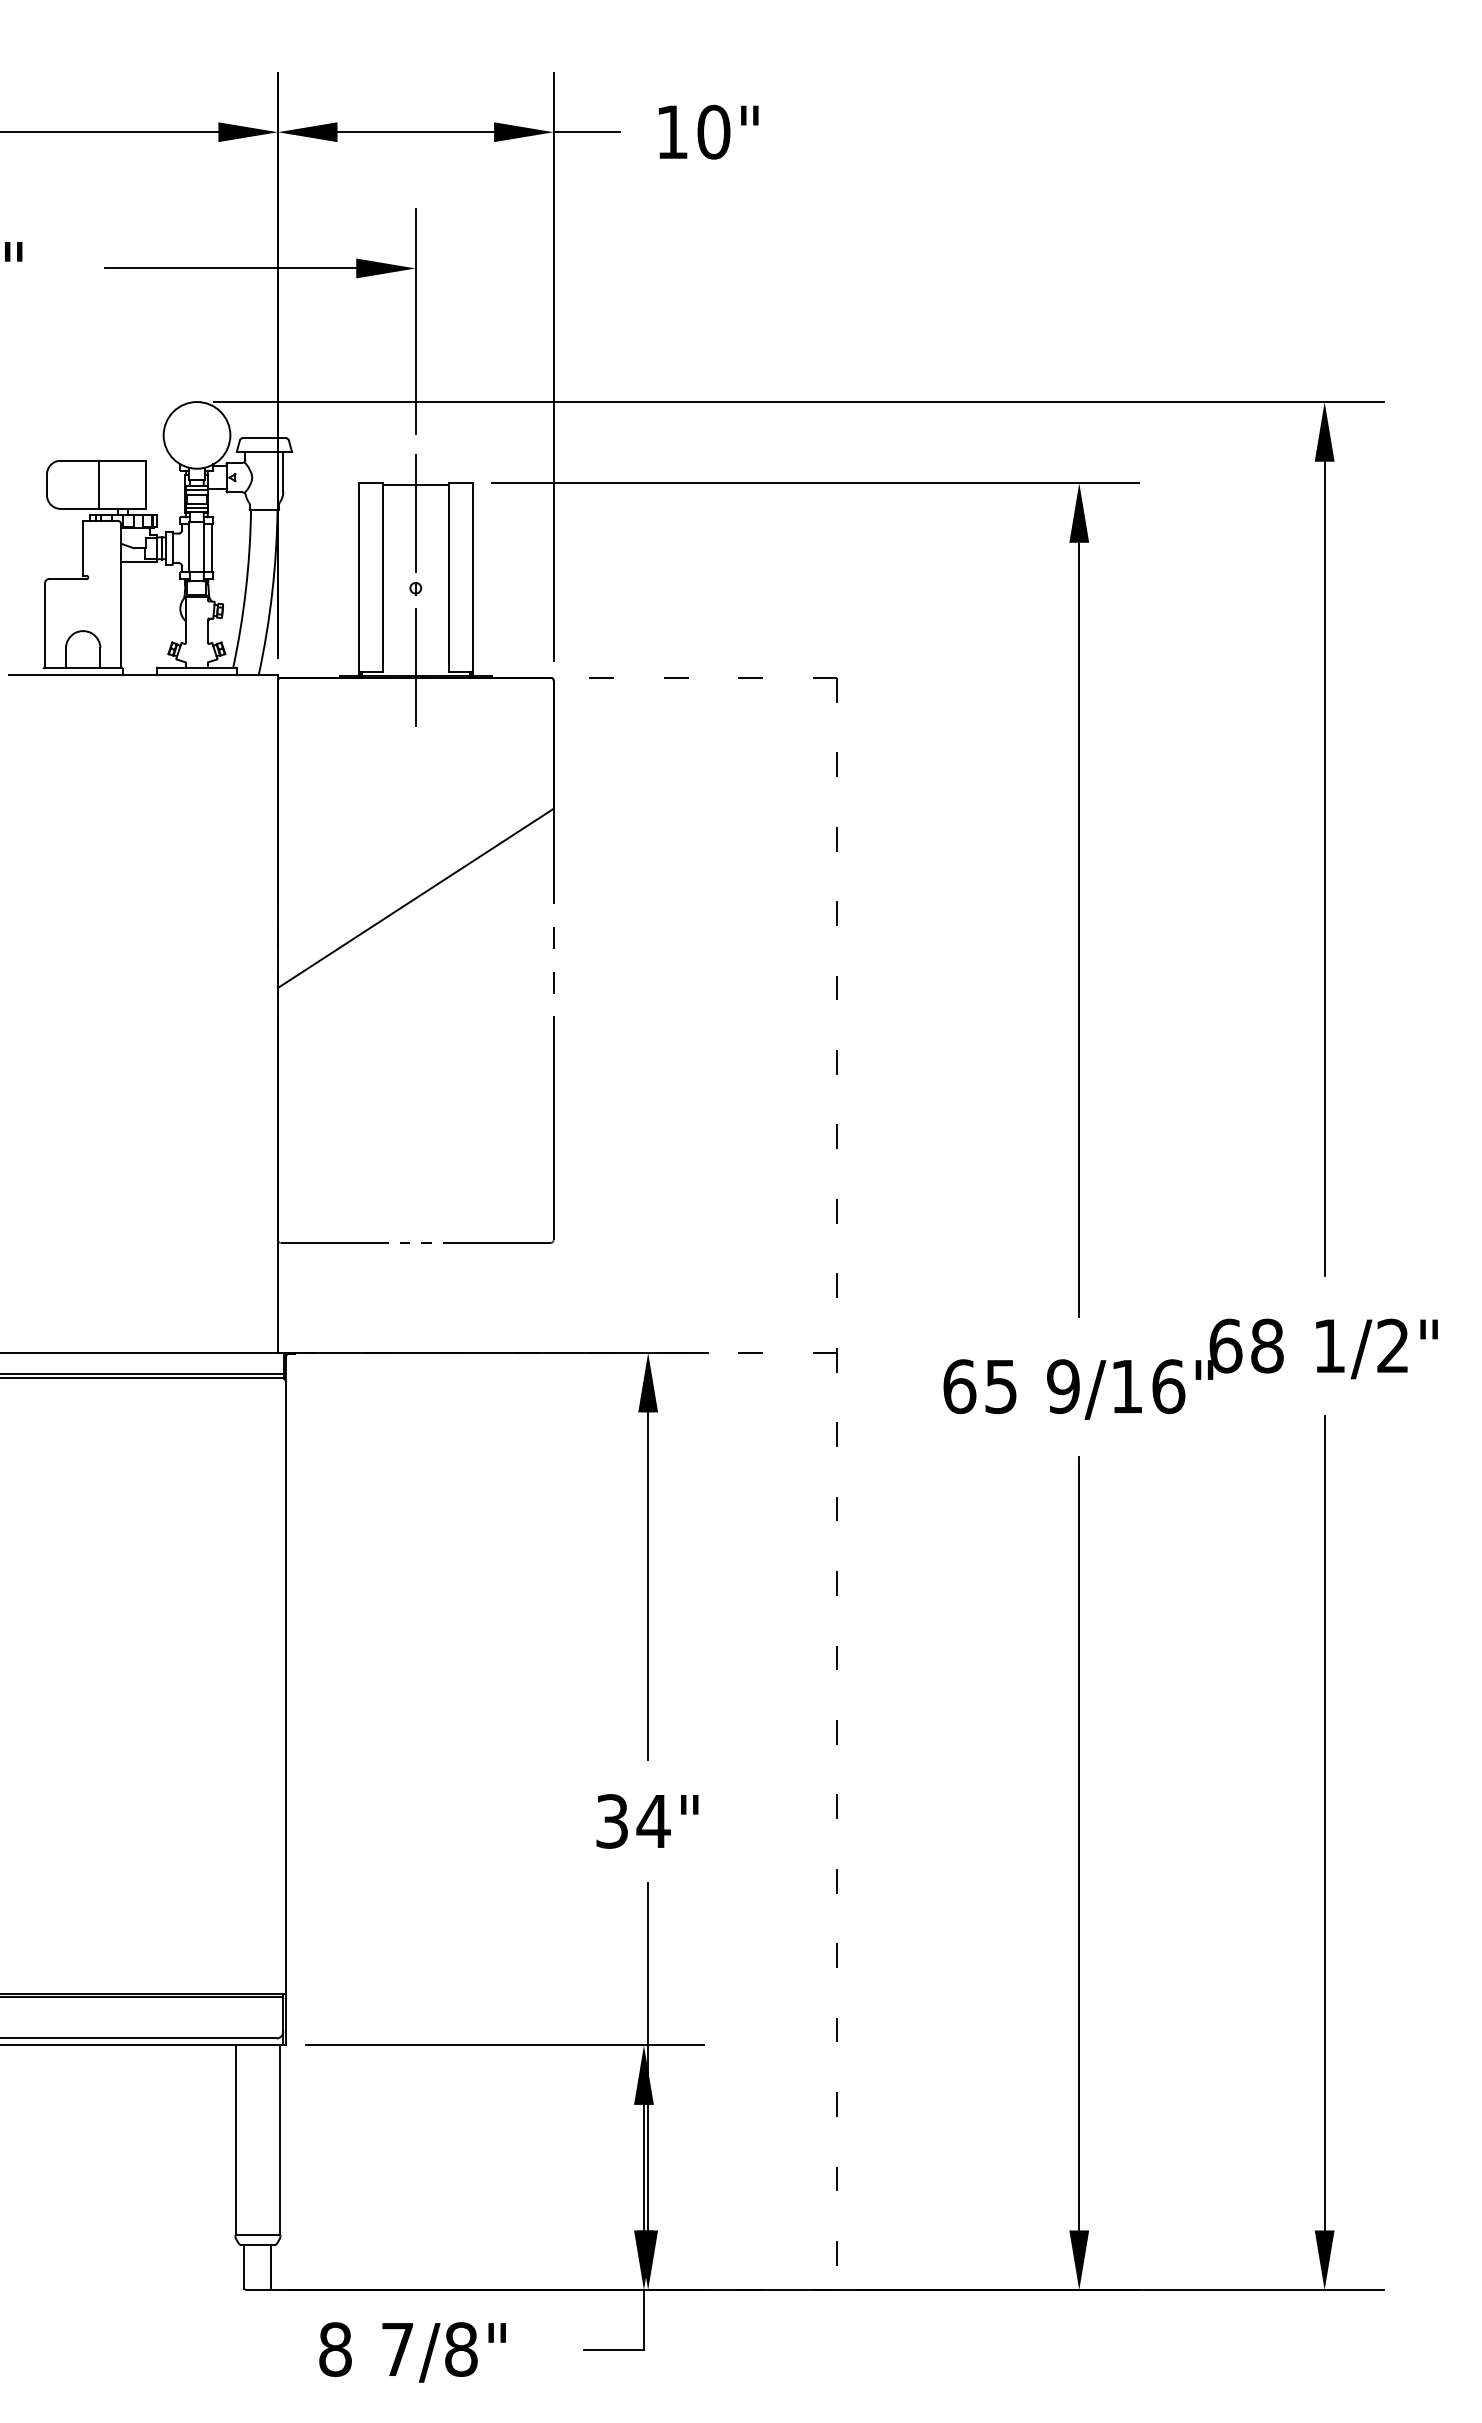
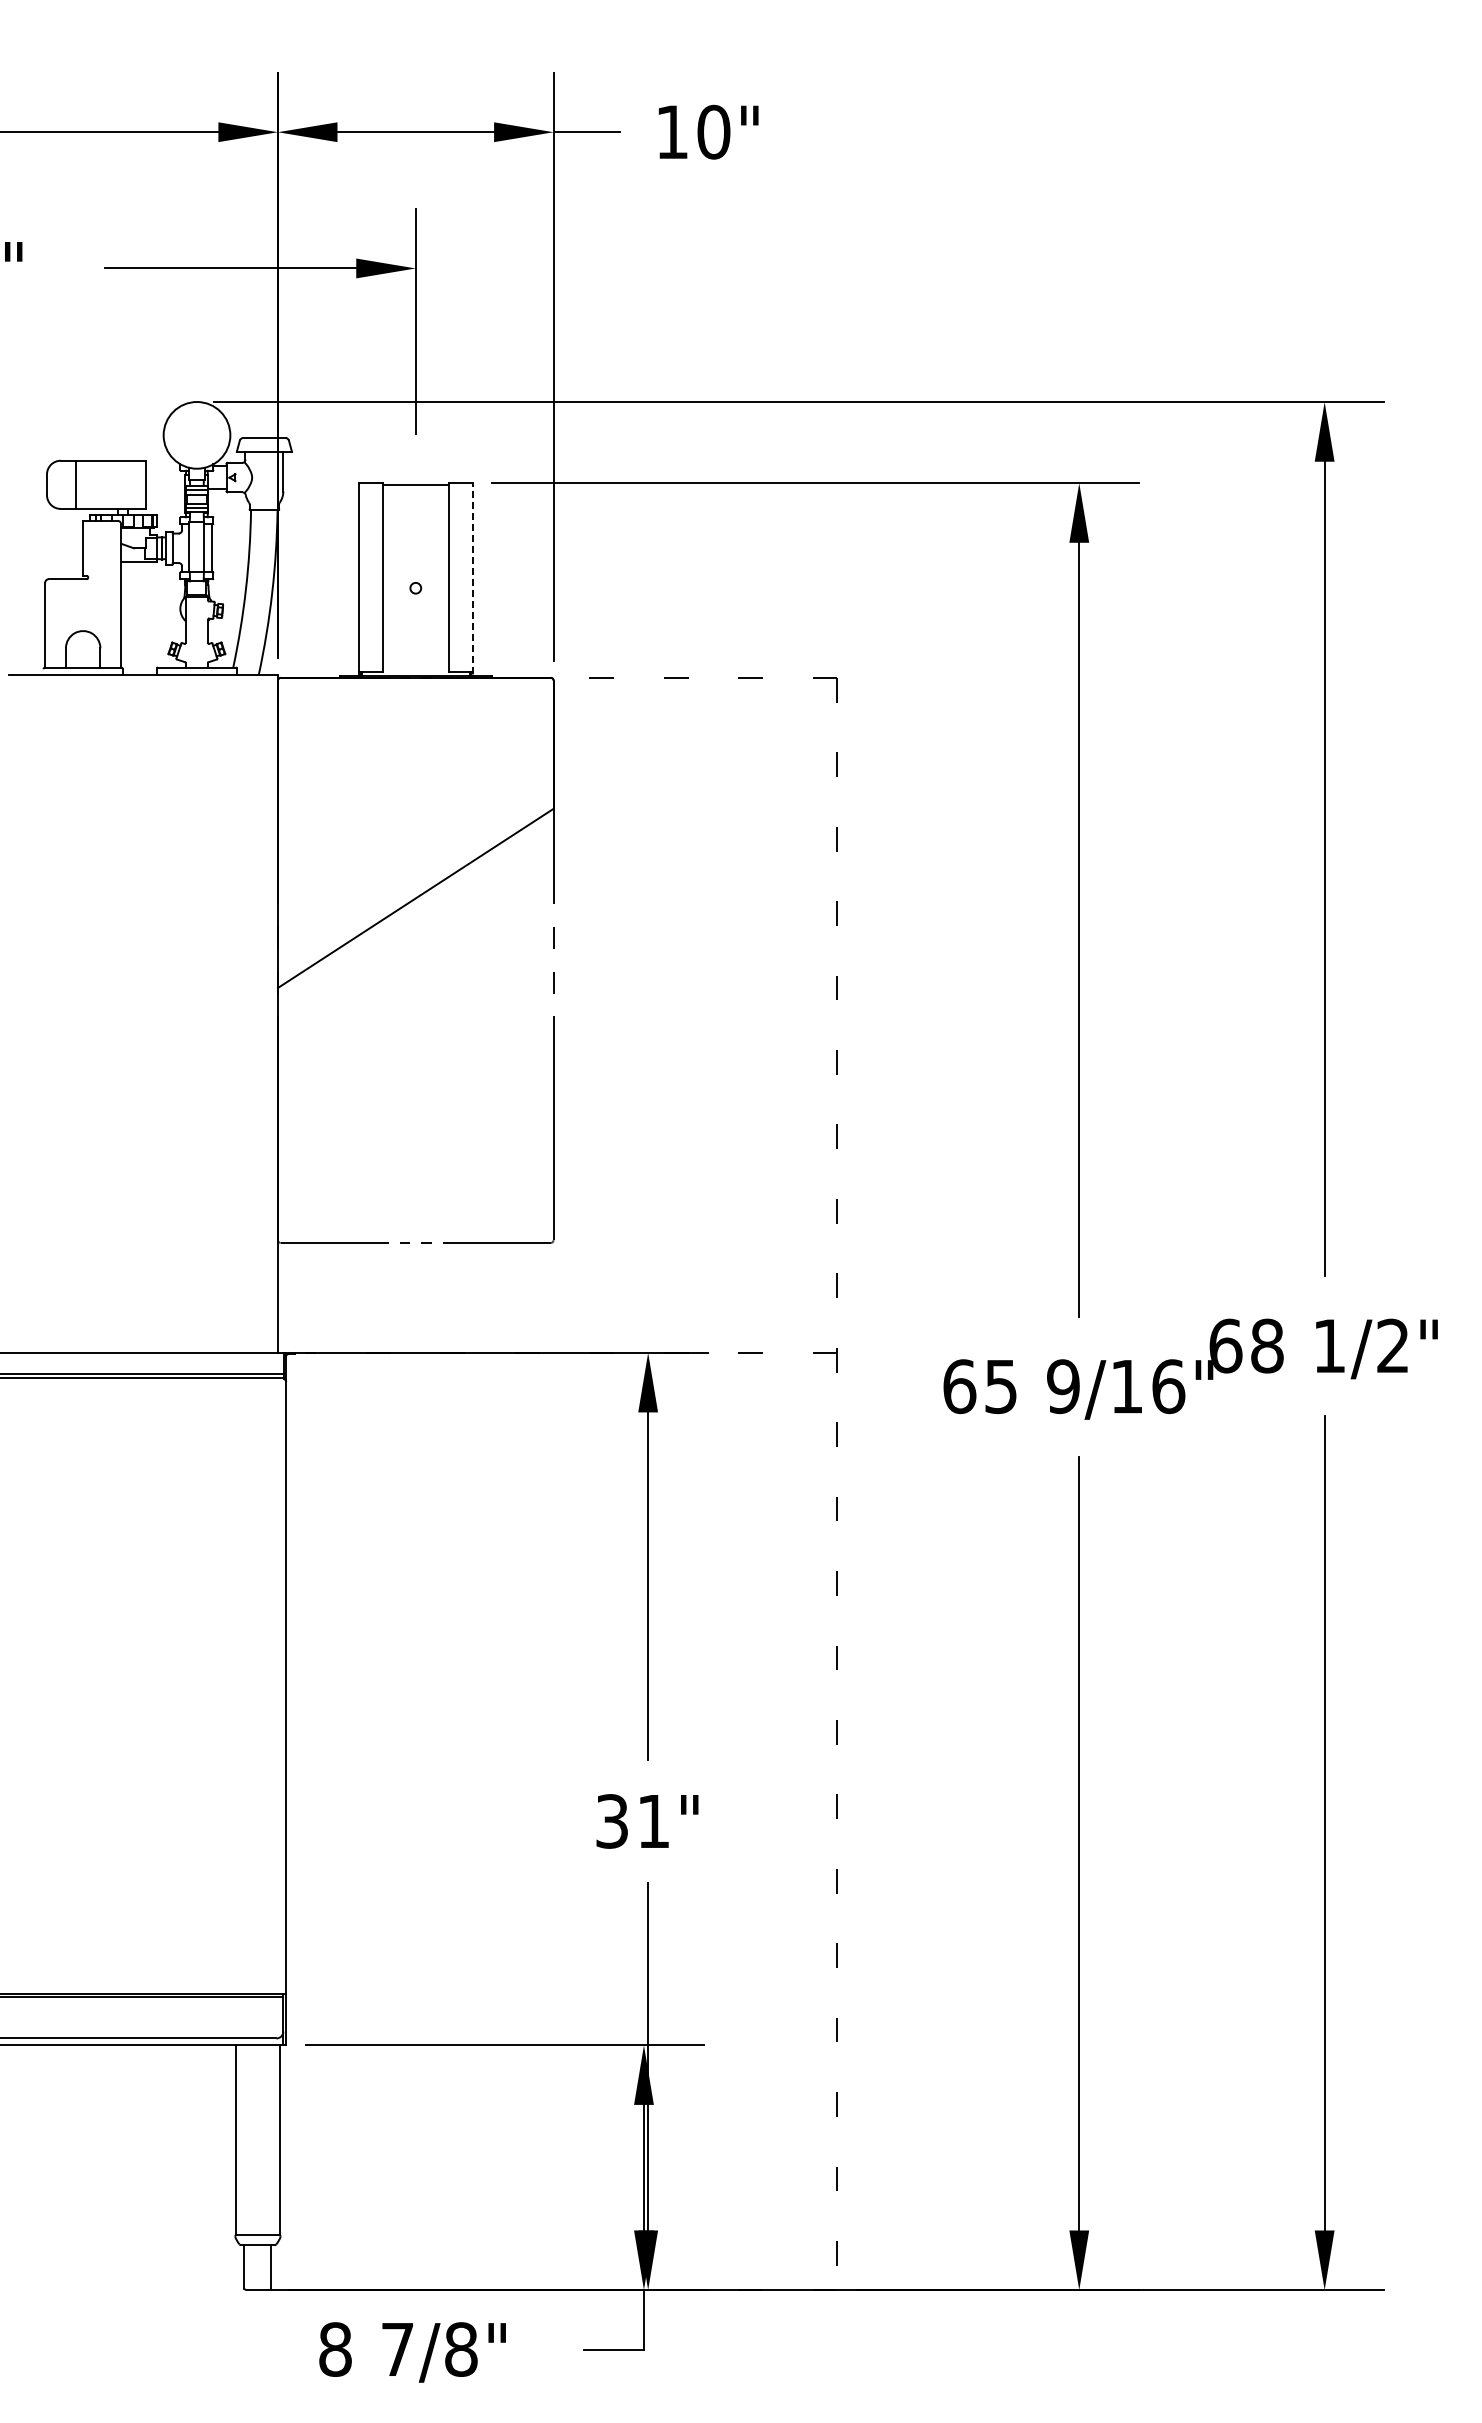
line at (99, 484) position: (99, 484) -> (76, 484)
line at (472, 578): solid -> dashed
line at (415, 590): present -> none
text at (653, 1821): 34" -> 31"
